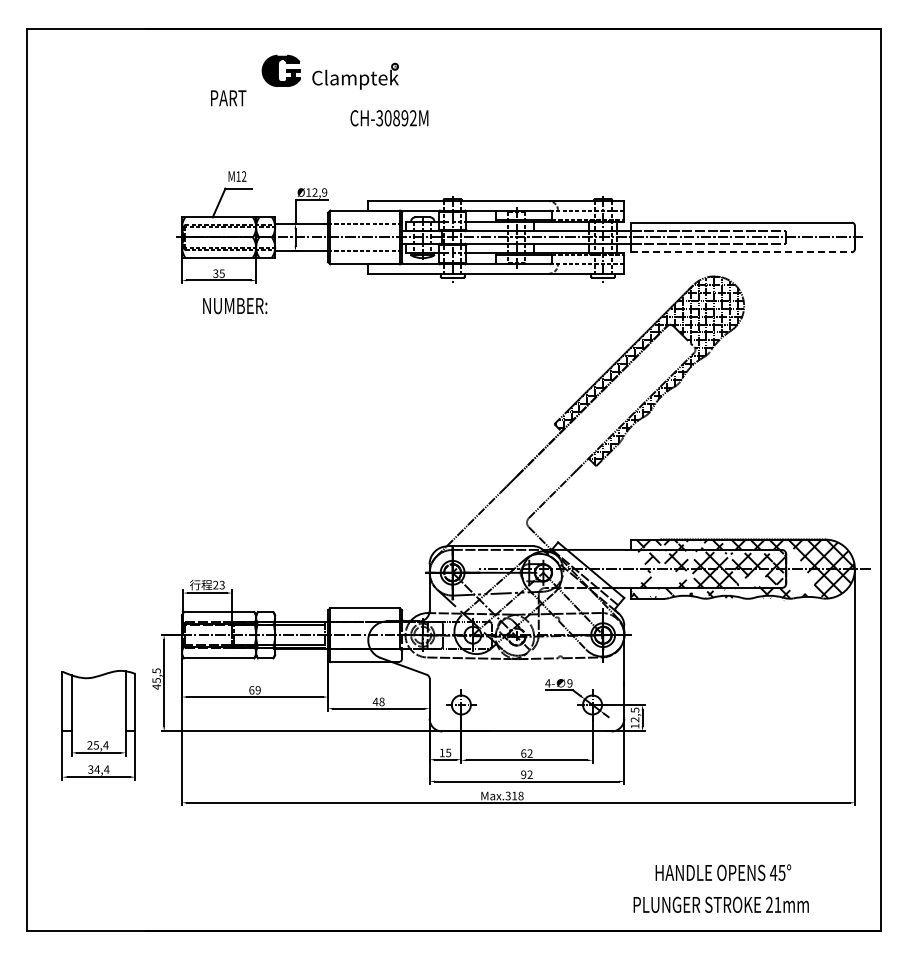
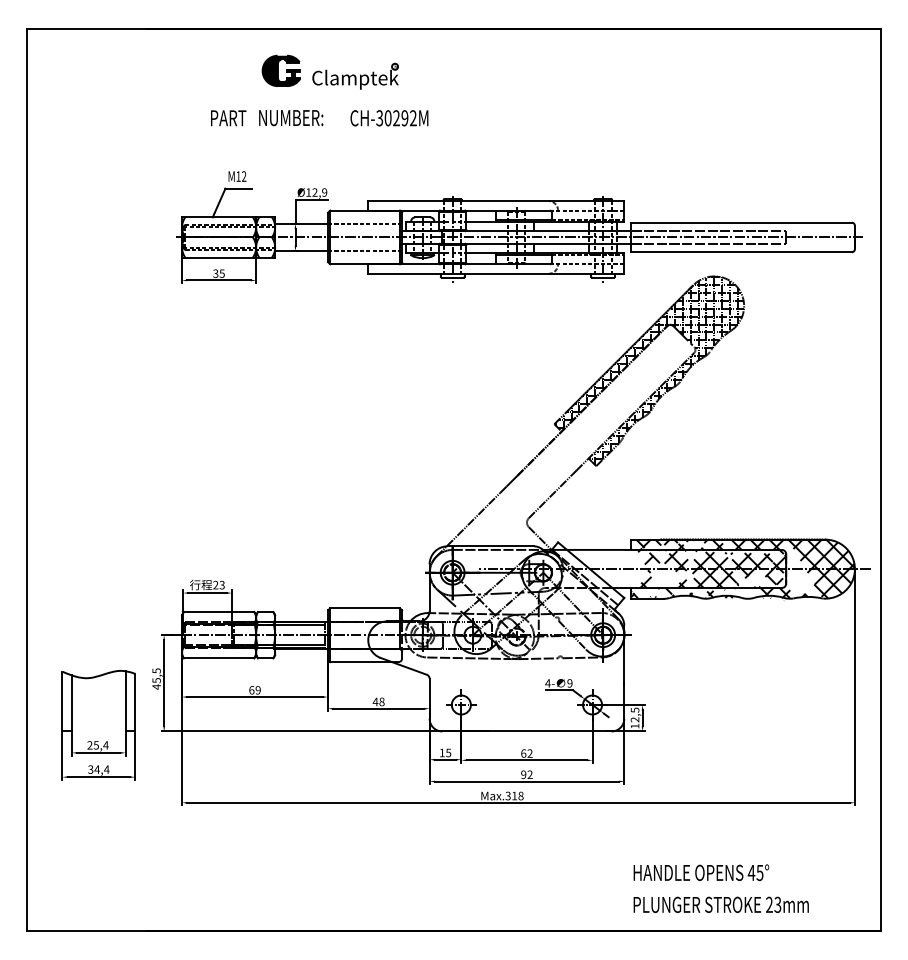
text at (228, 98) position: (228, 98) -> (228, 118)
text at (396, 118): CH-30892M -> CH-30292M
line at (742, 252): dashed -> solid
text at (235, 306) position: (235, 306) -> (291, 118)
text at (723, 872) position: (723, 872) -> (701, 872)
text at (777, 904): 21mm -> 23mm
